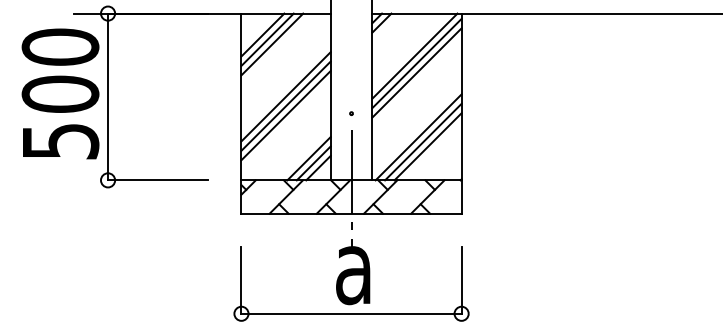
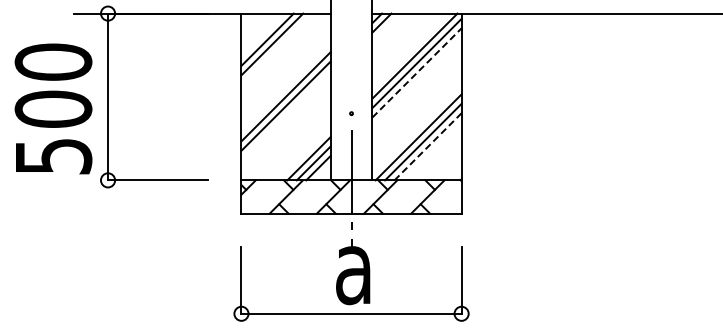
line at (262, 34): present -> none
line at (417, 72): solid -> dashed
text at (60, 93) position: (60, 93) -> (53, 108)
line at (285, 115): present -> none
line at (428, 146): solid -> dashed
